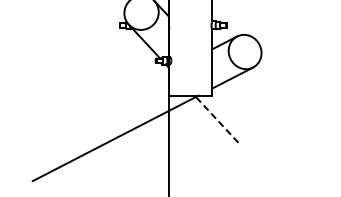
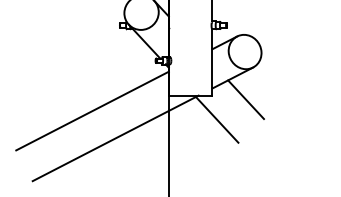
line at (246, 99): none -> present
line at (92, 110): none -> present
line at (216, 119): dashed -> solid
